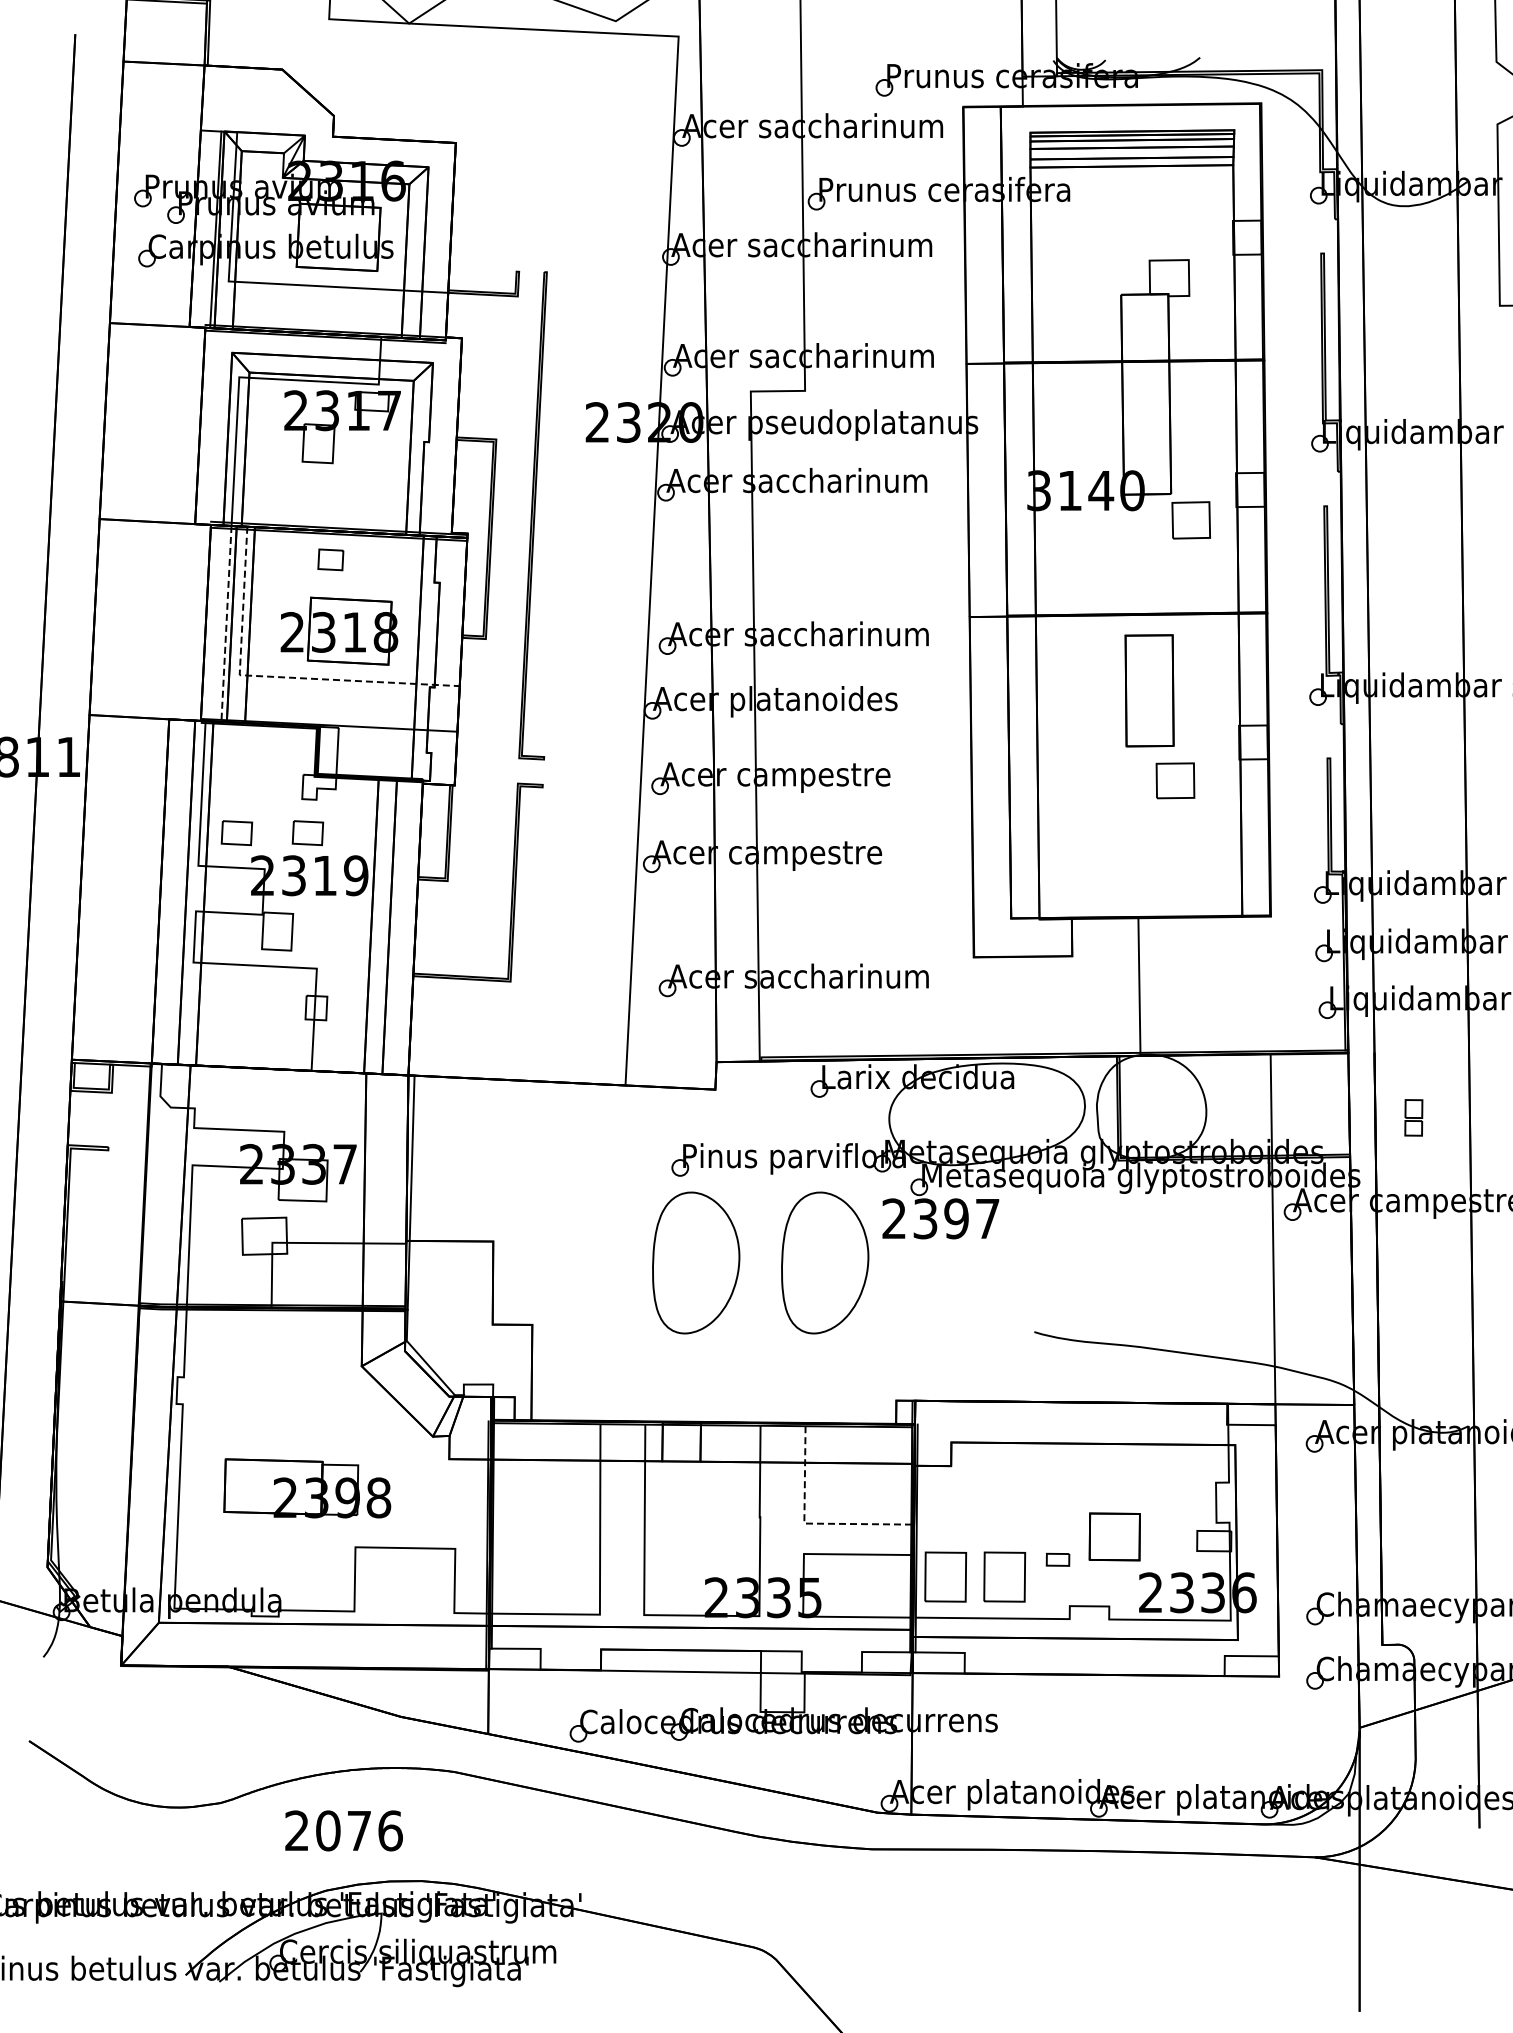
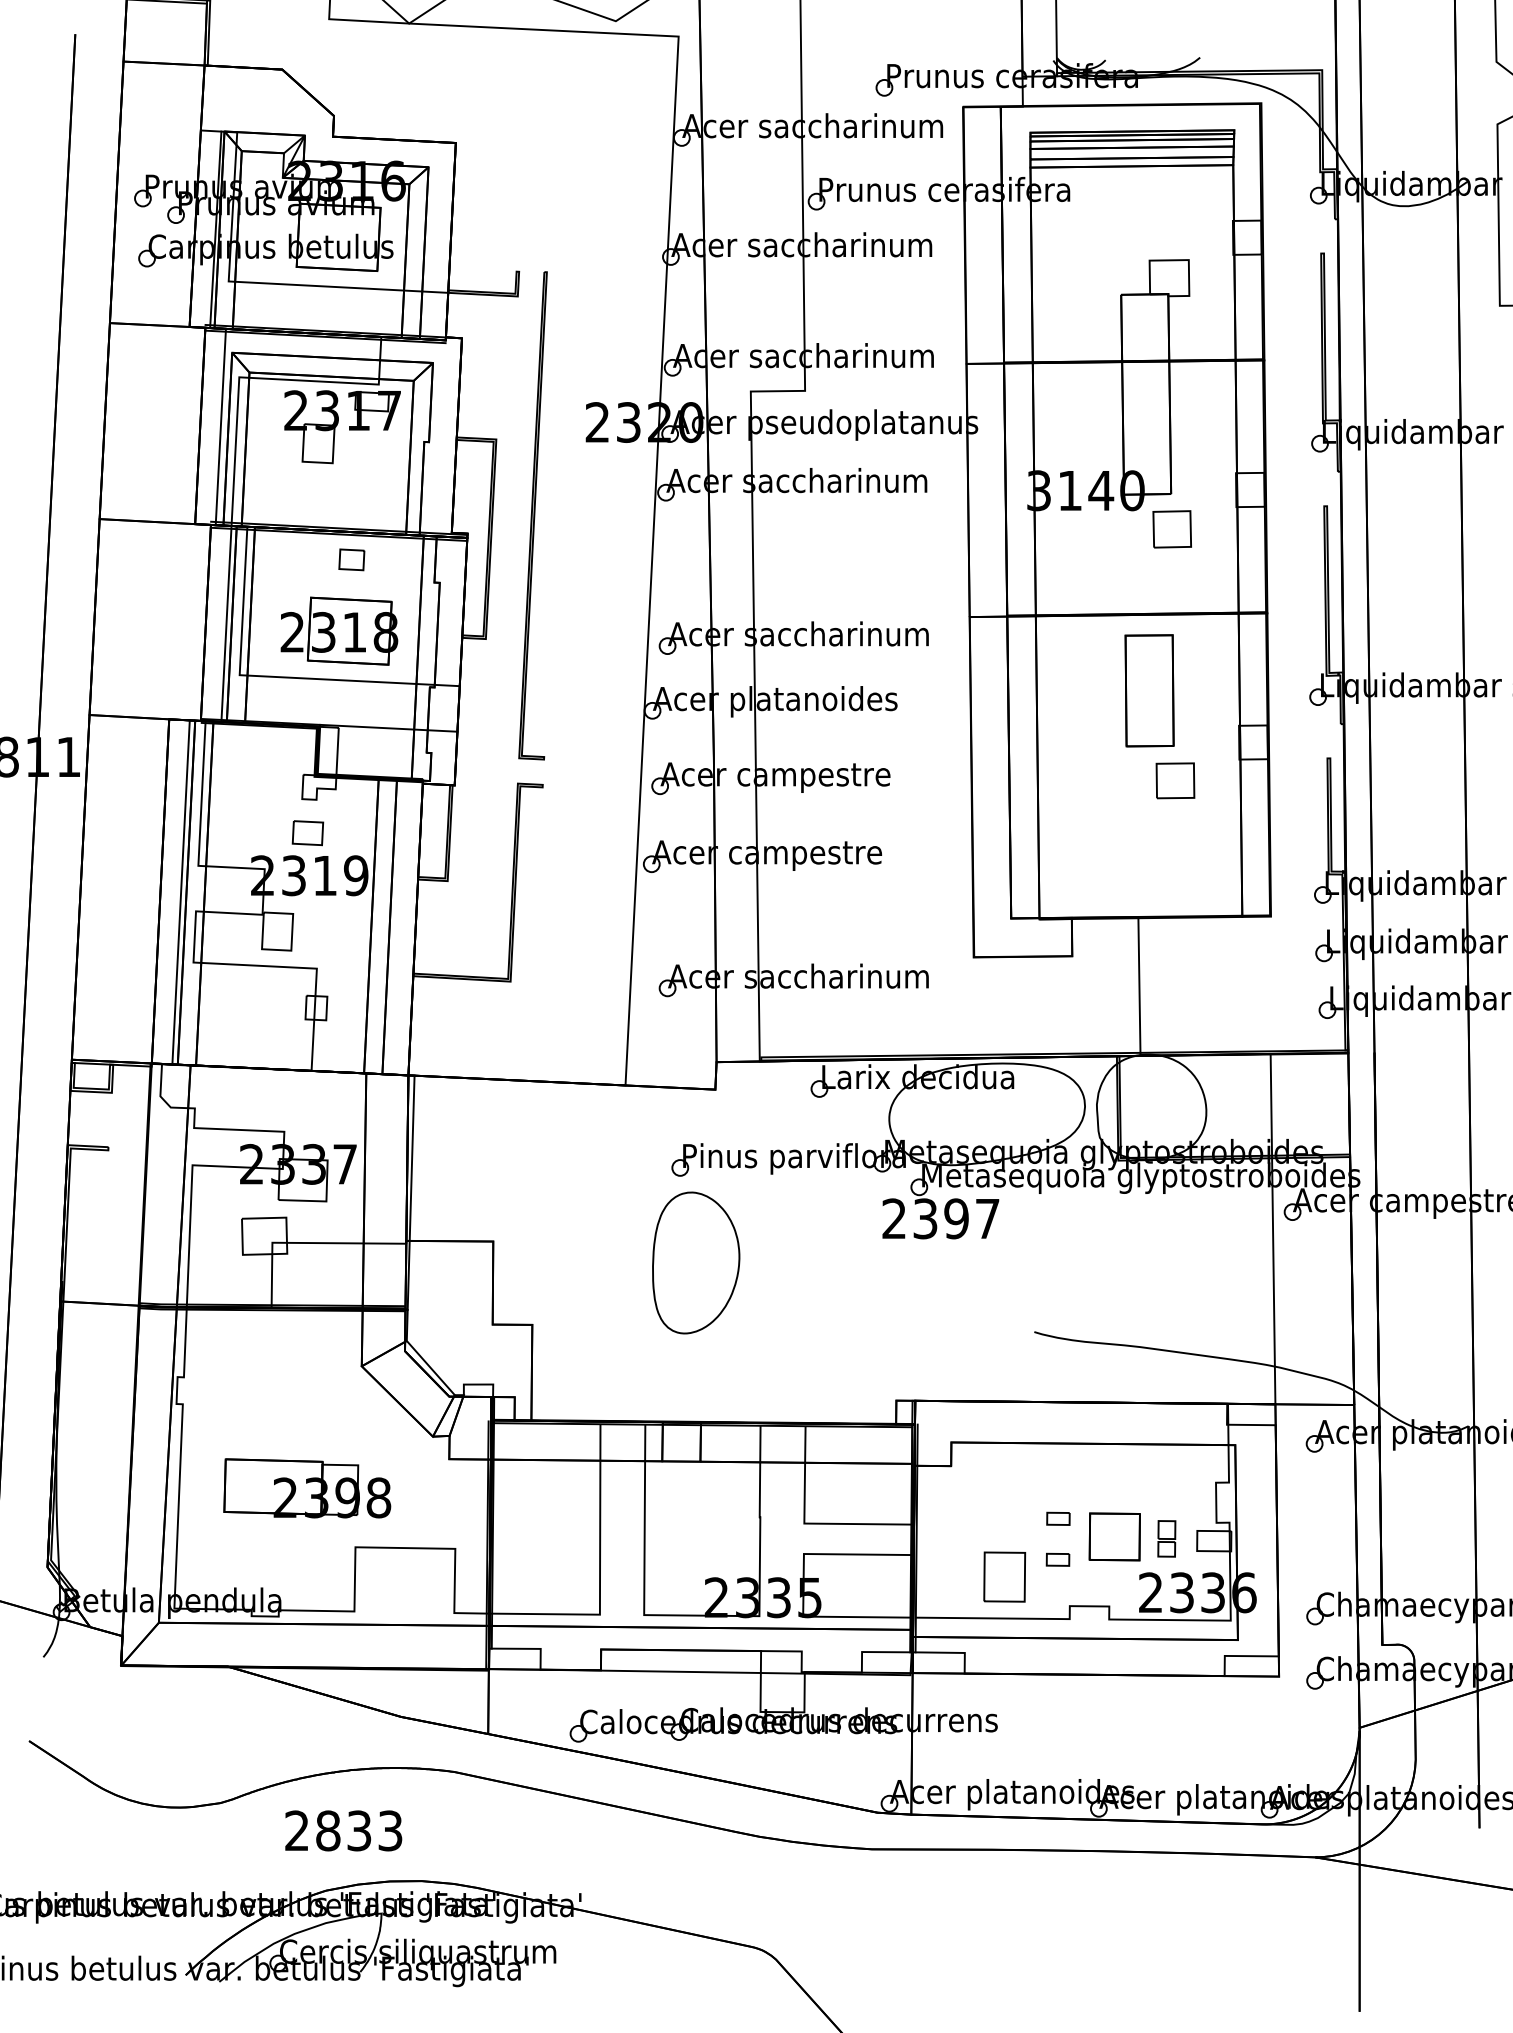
line at (220, 426): none -> present
part at (1190, 520) position: (1190, 520) -> (1171, 529)
part at (330, 559) position: (330, 559) -> (351, 559)
line at (226, 624): dashed -> solid
line at (275, 676): dashed -> solid
part at (236, 833): present -> none
line at (180, 892): none -> present
part at (1413, 1117) position: (1413, 1117) -> (1166, 1538)
part at (825, 1262): present -> none
part at (1058, 1518): none -> present
line at (809, 1523): dashed -> solid
part at (945, 1576): present -> none
text at (359, 1830): 2076 -> 2833
